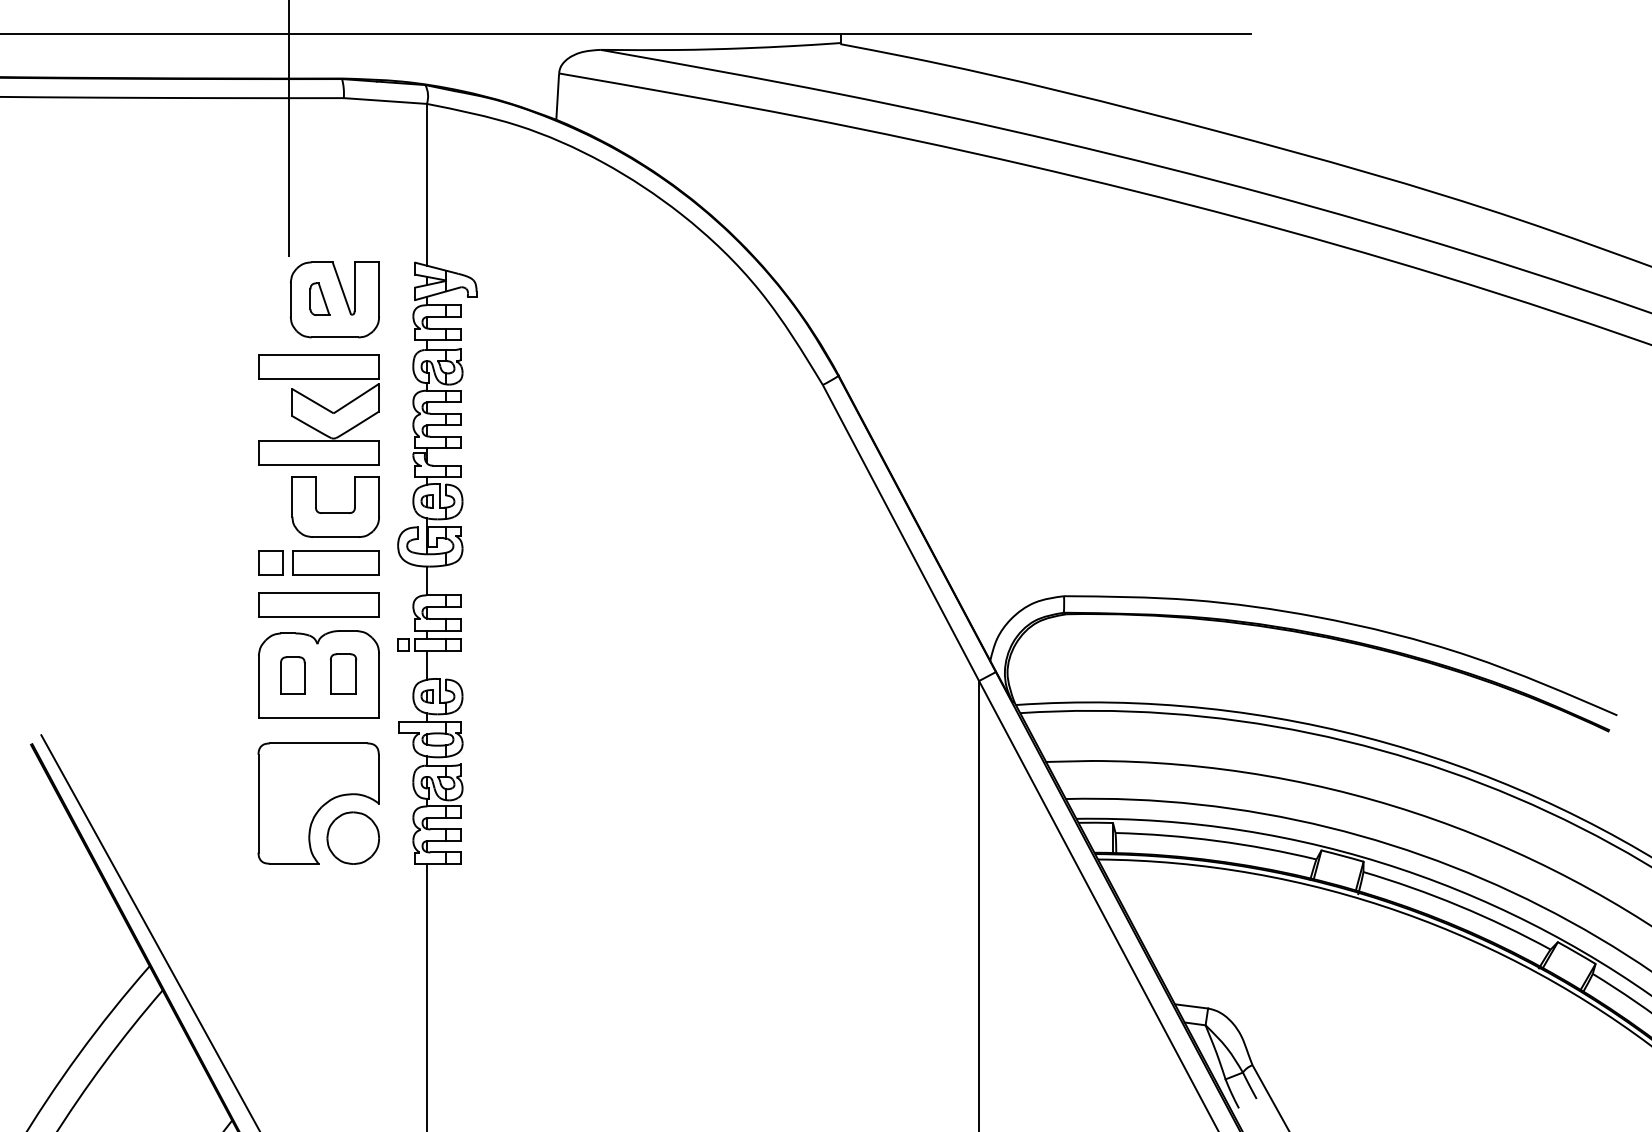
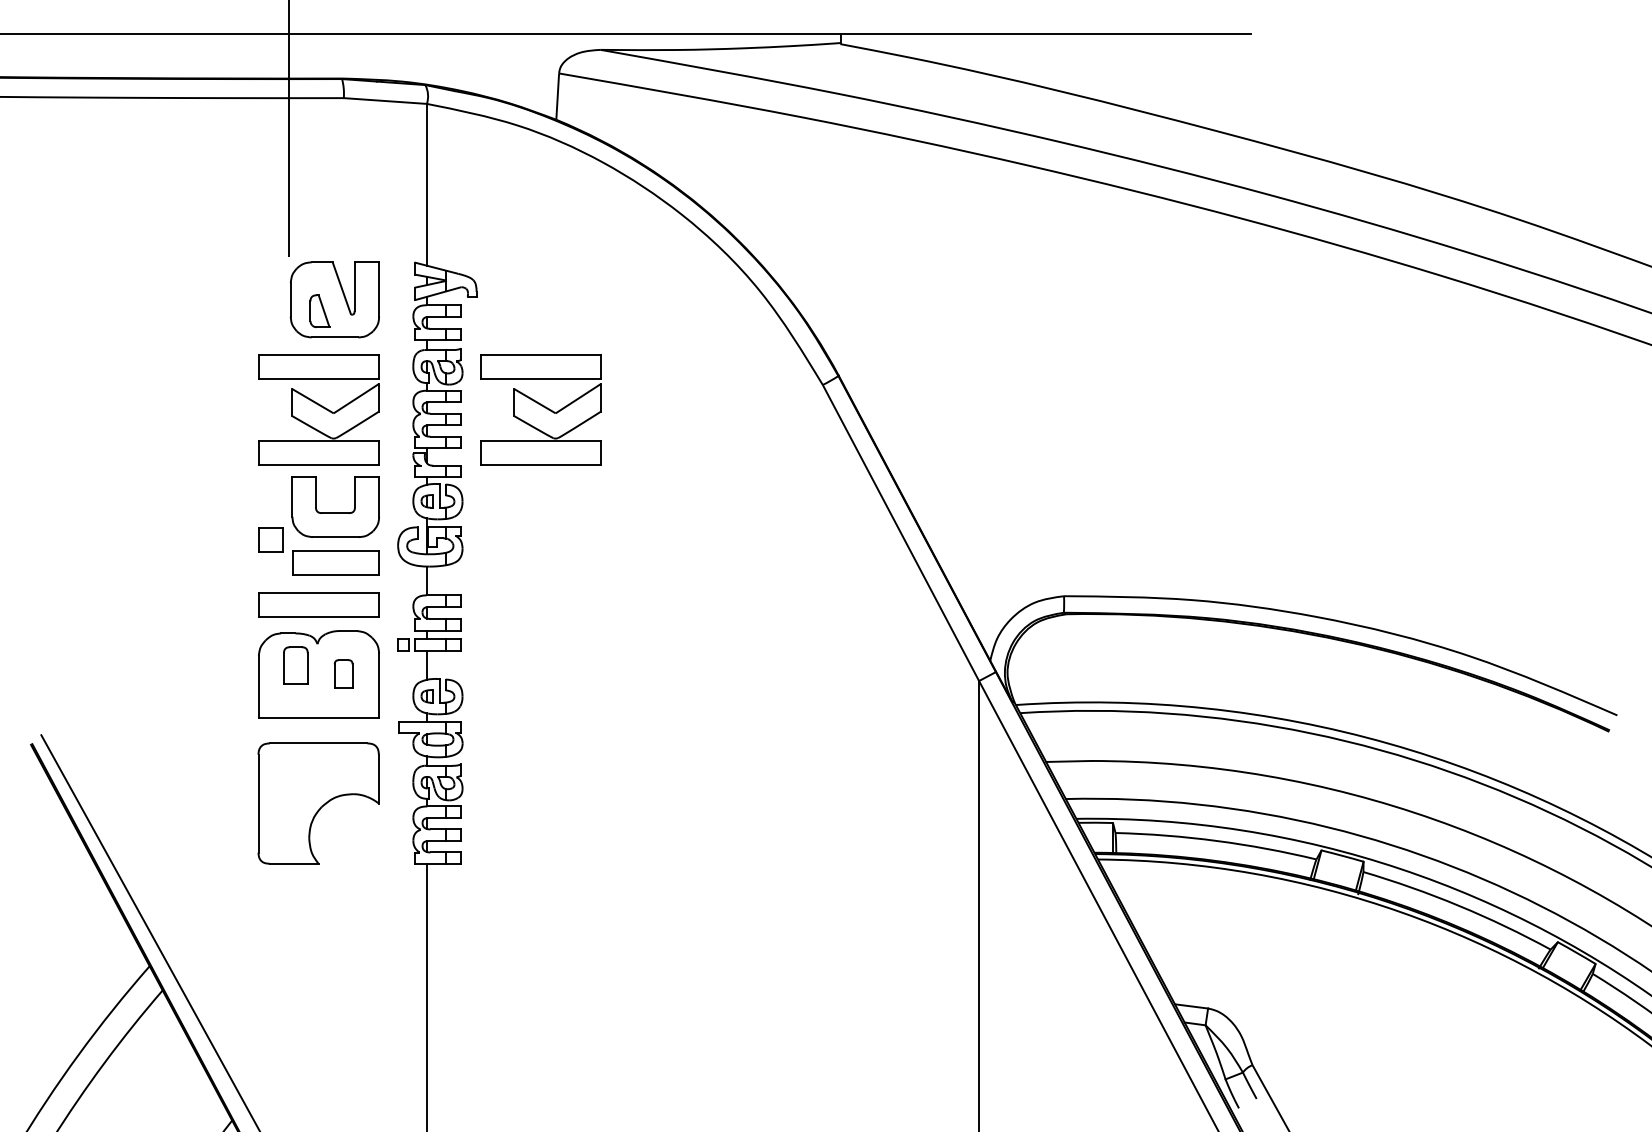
part at (319, 298) position: (319, 298) -> (319, 310)
part at (540, 409): none -> present
part at (270, 562) position: (270, 562) -> (270, 539)
part at (343, 673) size: 28x42 px -> 21x30 px
part at (292, 675) position: (292, 675) -> (295, 665)
part at (352, 837): present -> none
